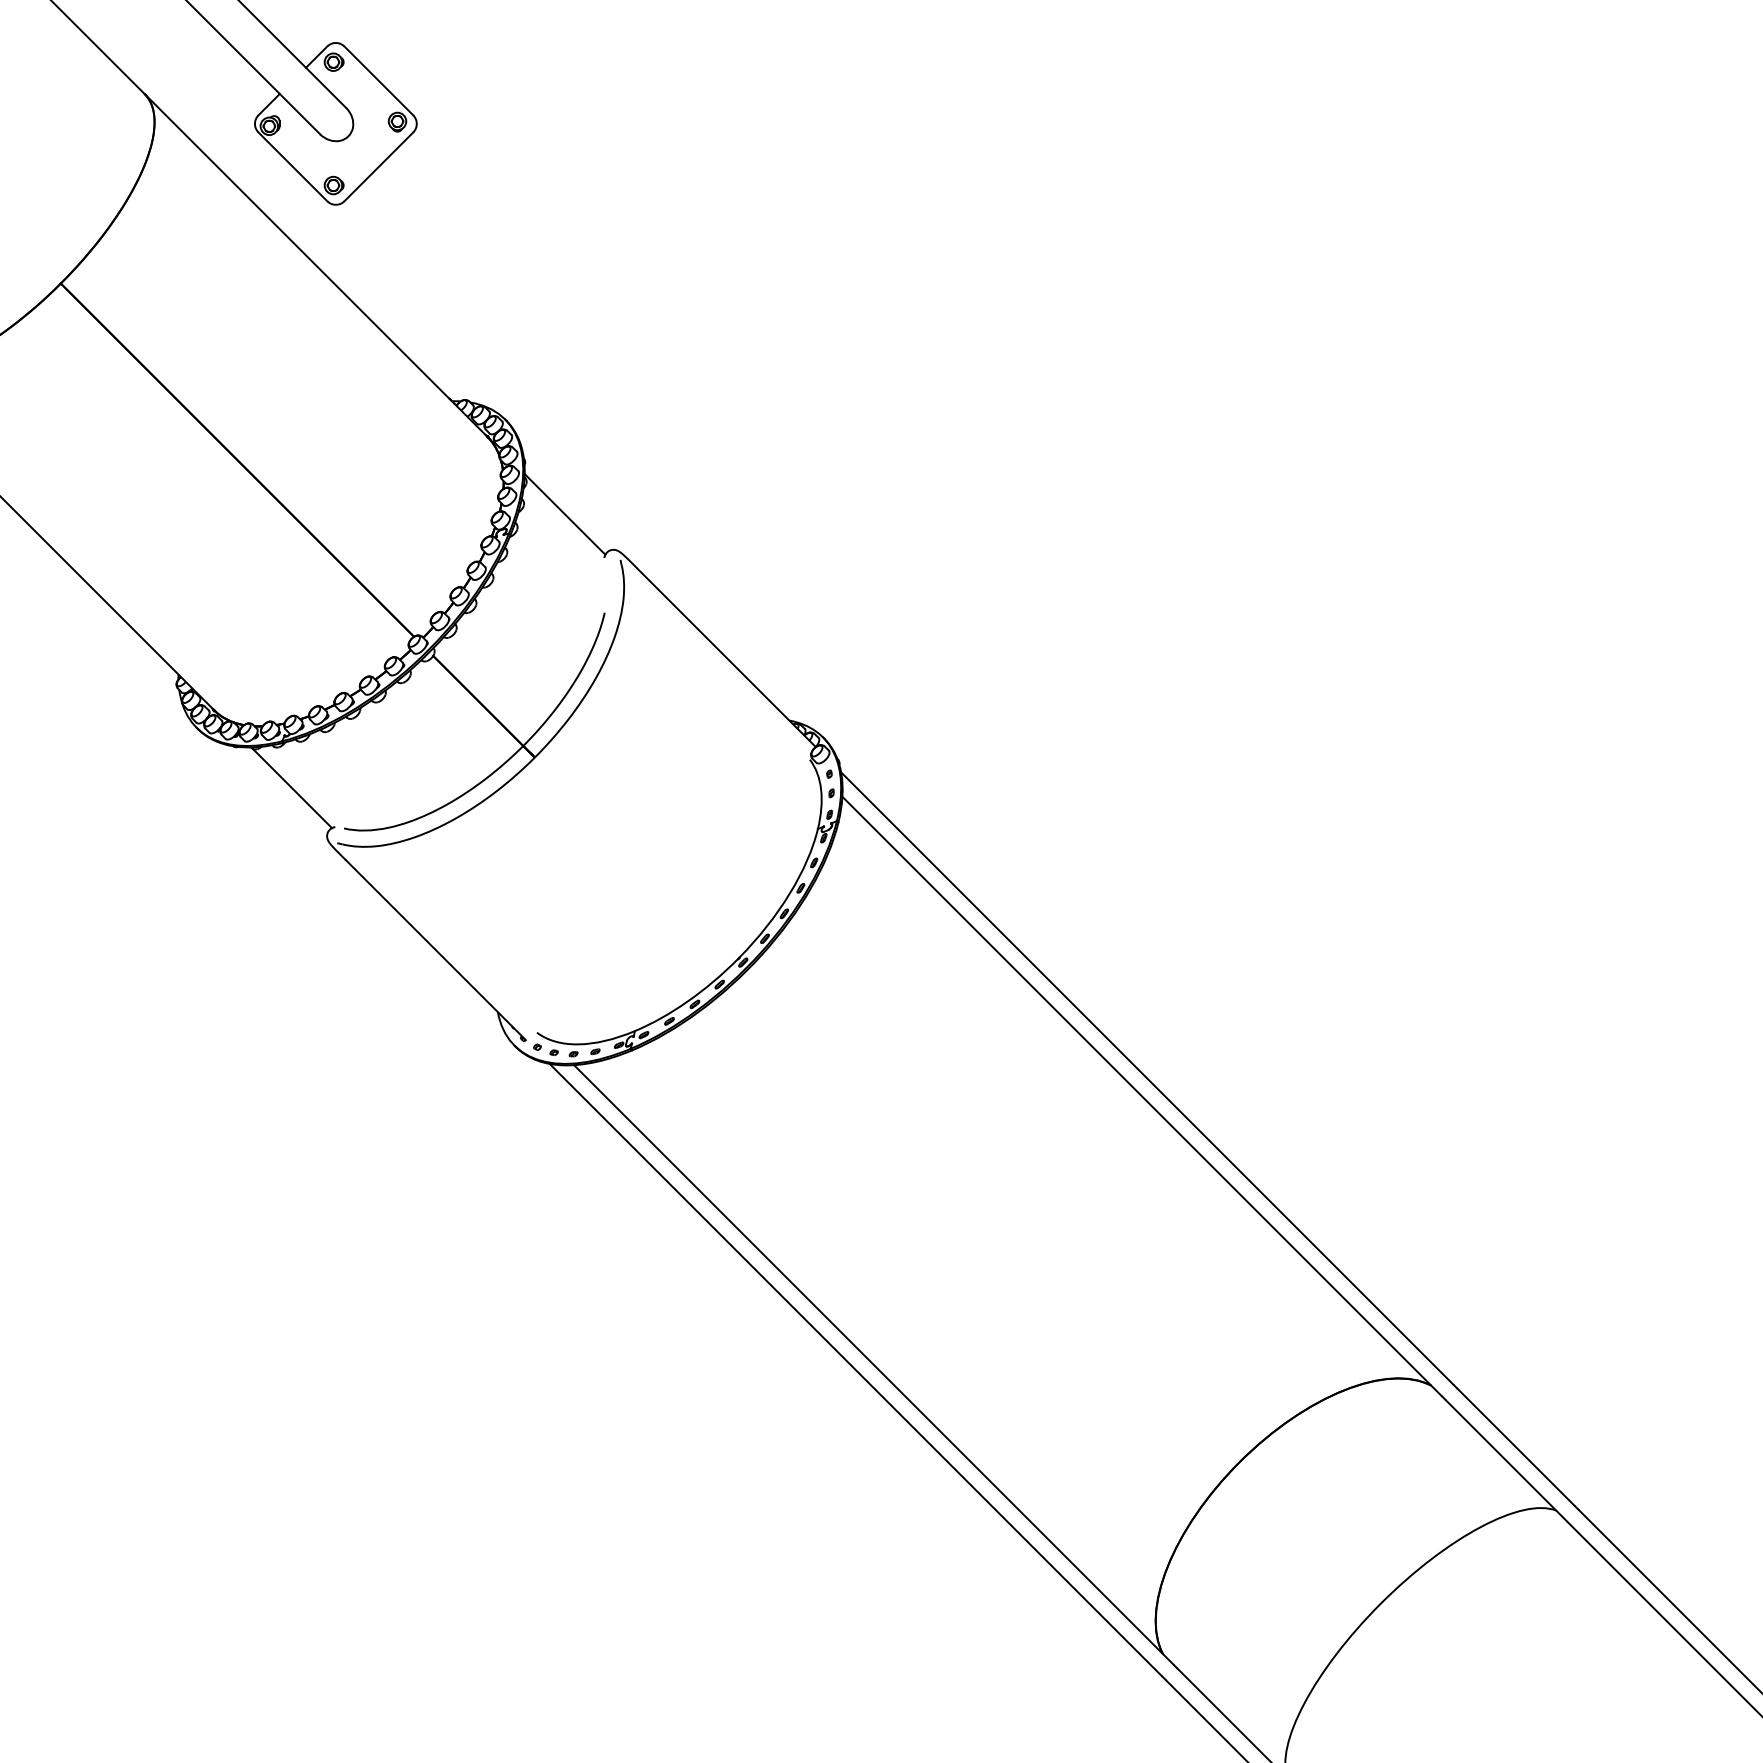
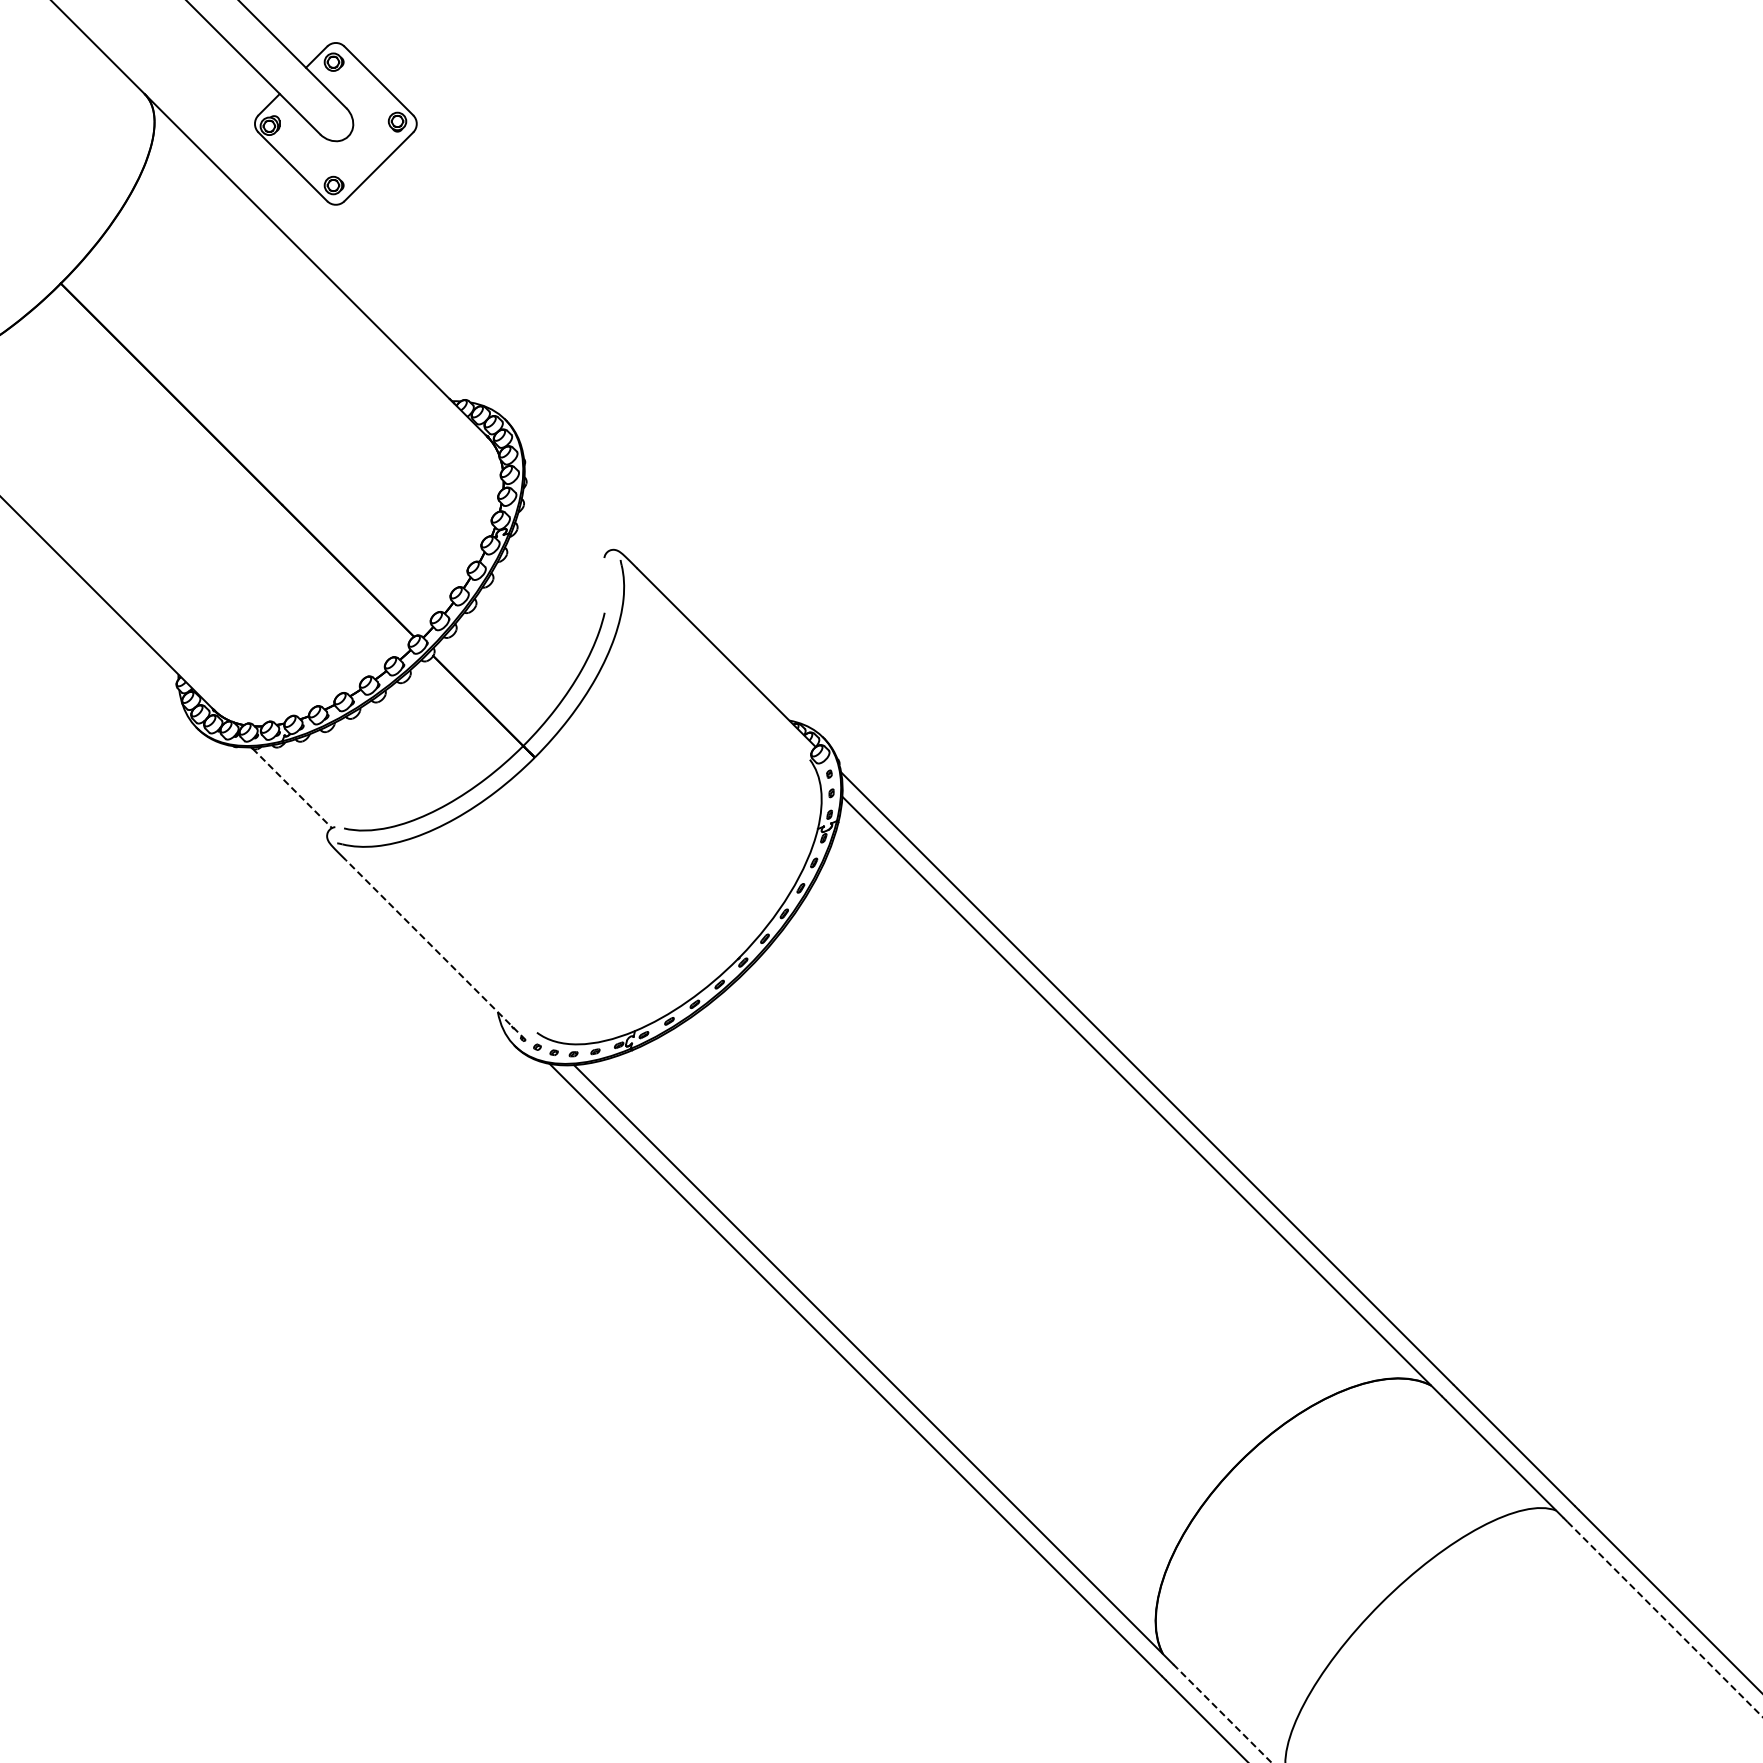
line at (564, 514): present -> none
line at (292, 788): solid -> dashed
line at (435, 949): solid -> dashed
line at (1665, 1619): solid -> dashed
line at (1224, 1715): solid -> dashed
